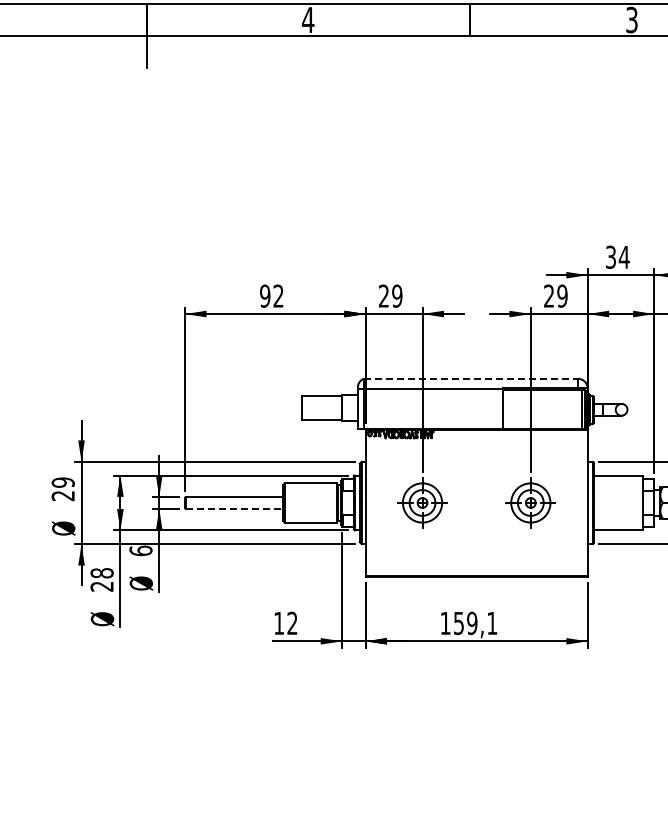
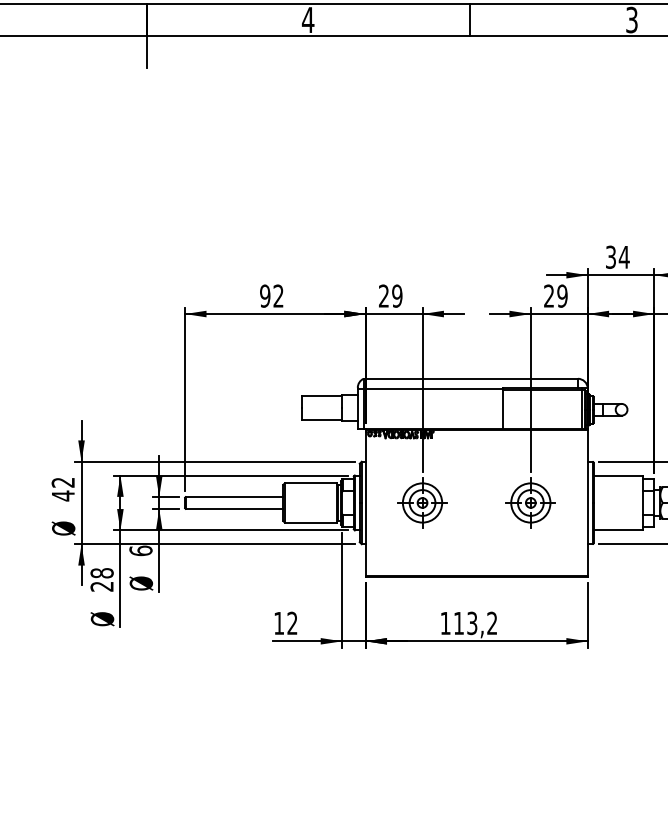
line at (471, 378): dashed -> solid
text at (62, 489): 29 -> 42
line at (234, 508): dashed -> solid
text at (475, 623): 159,1 -> 113,2
